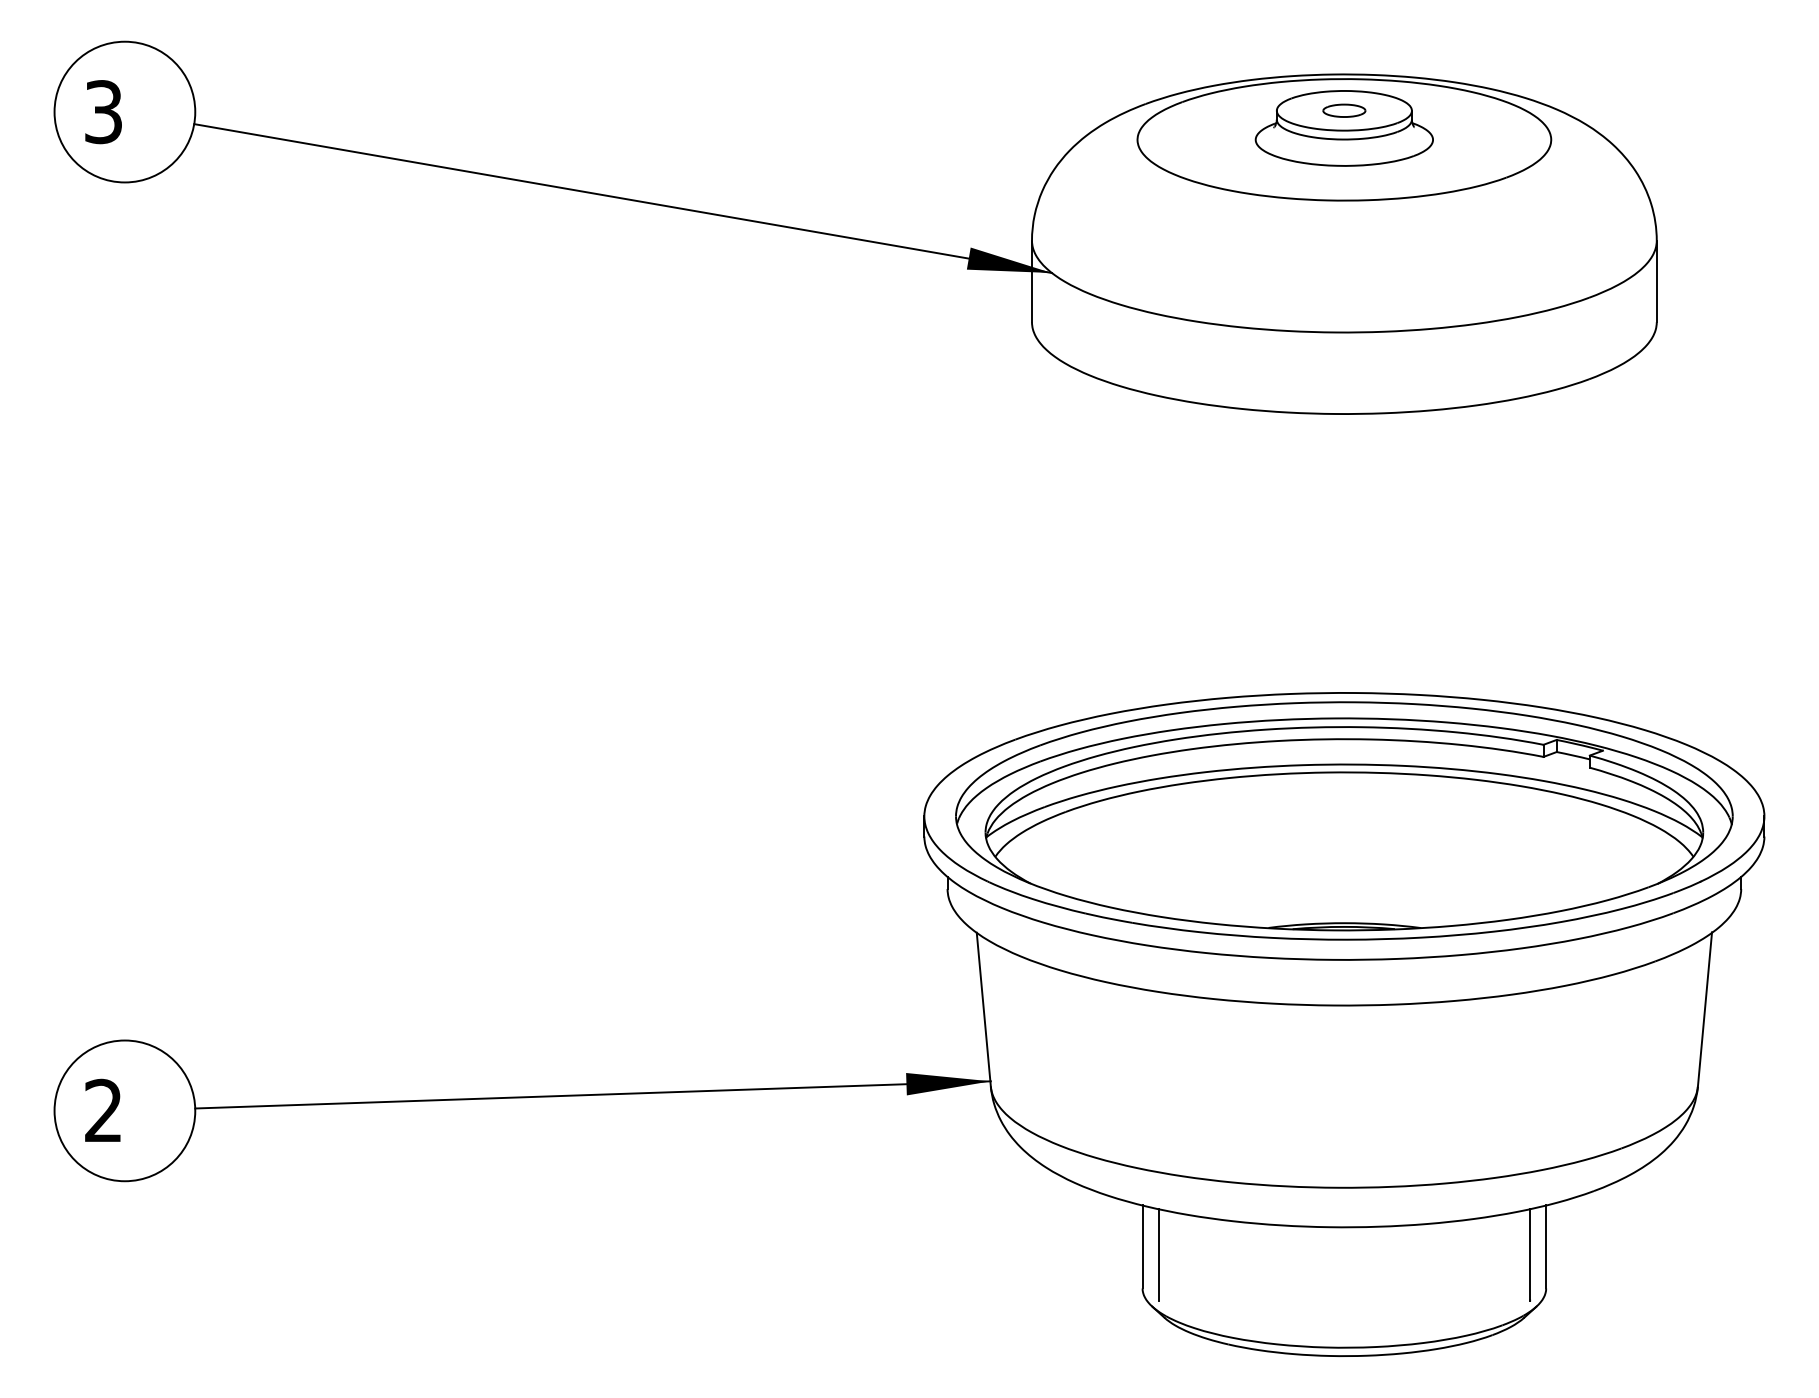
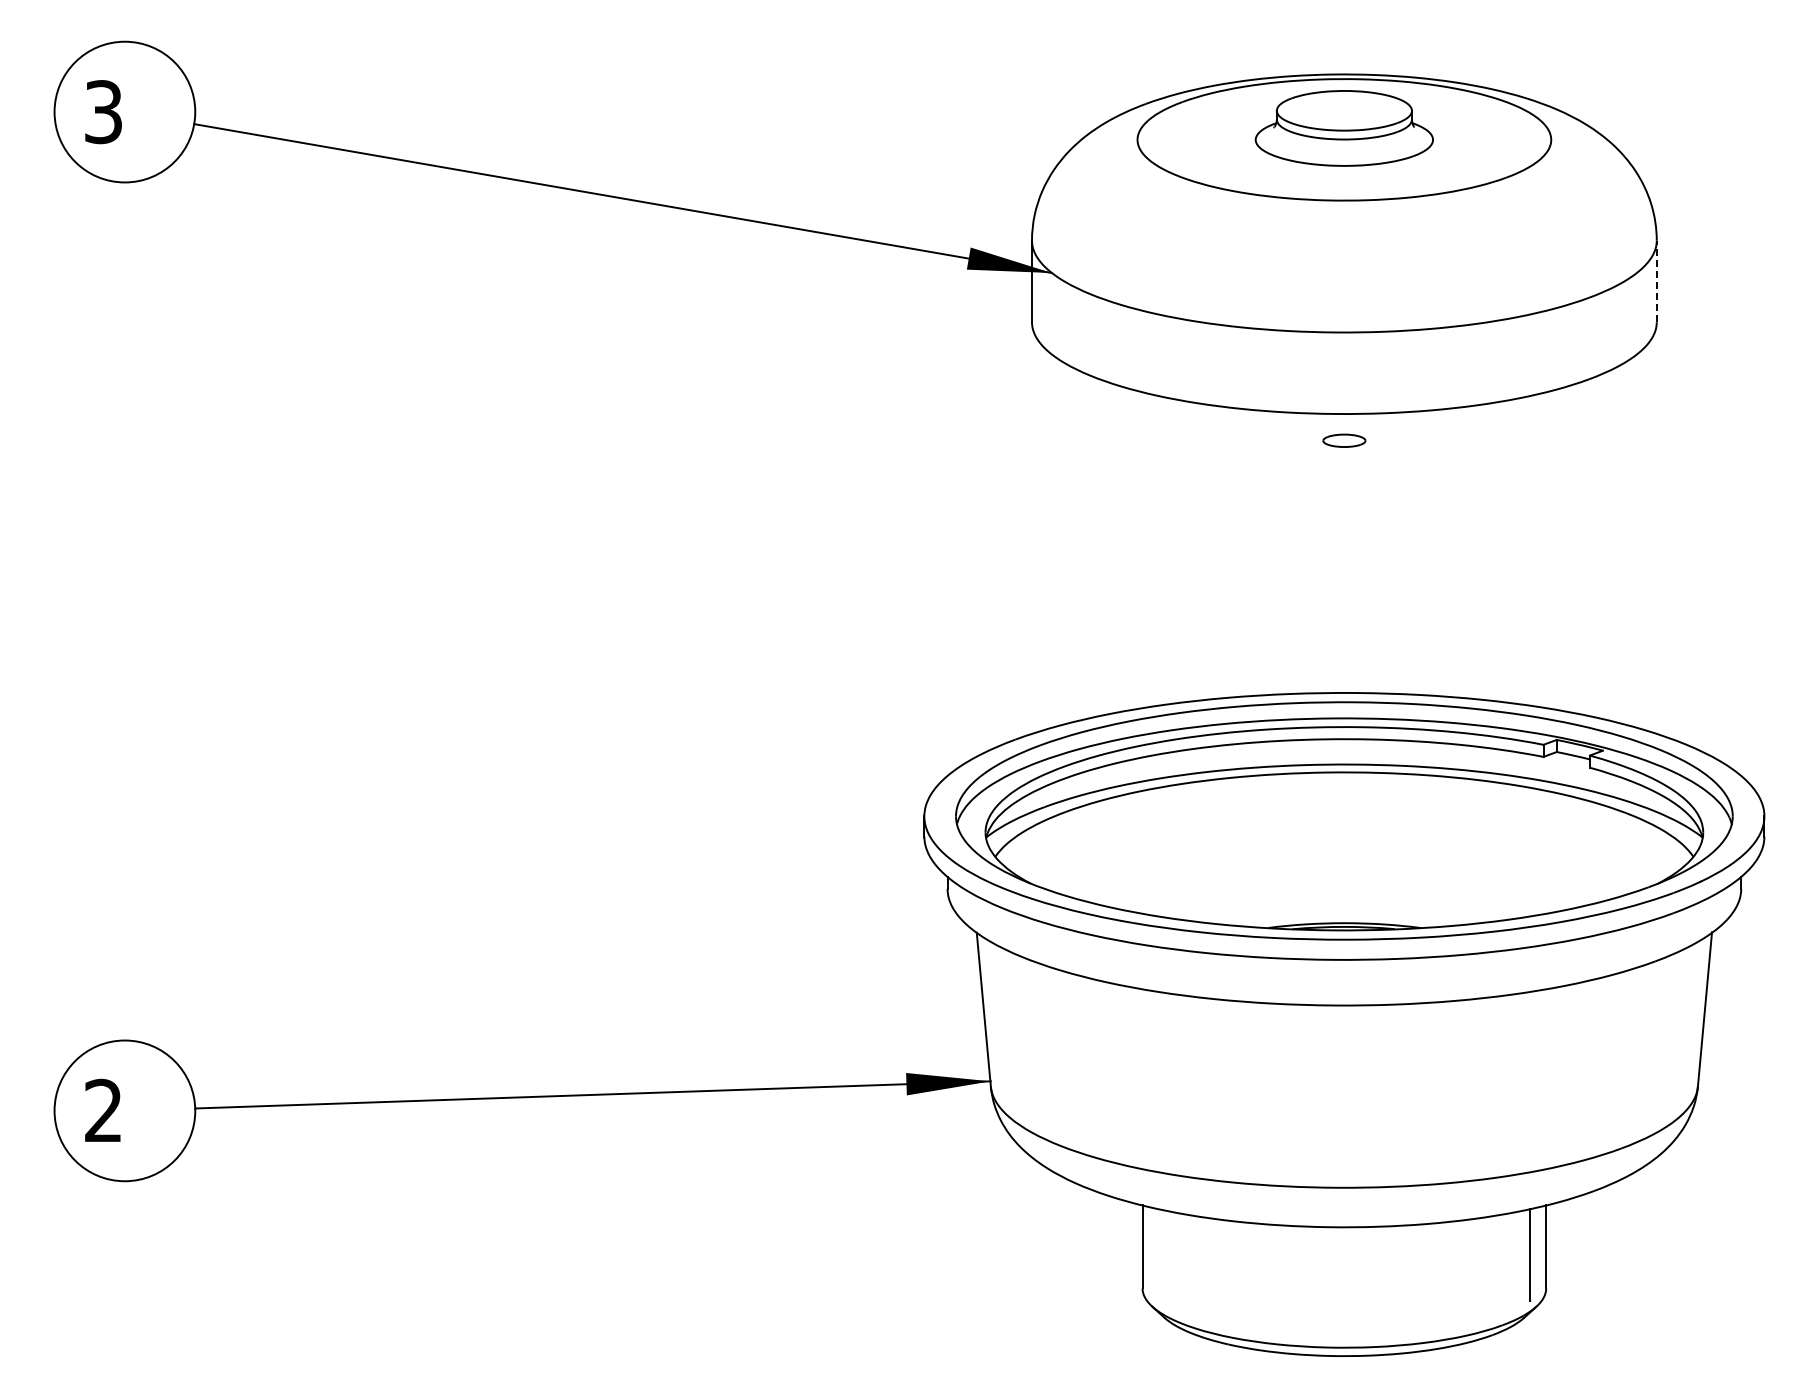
part at (1344, 110) position: (1344, 110) -> (1344, 440)
line at (1656, 281): solid -> dashed
line at (1158, 1254): present -> none
